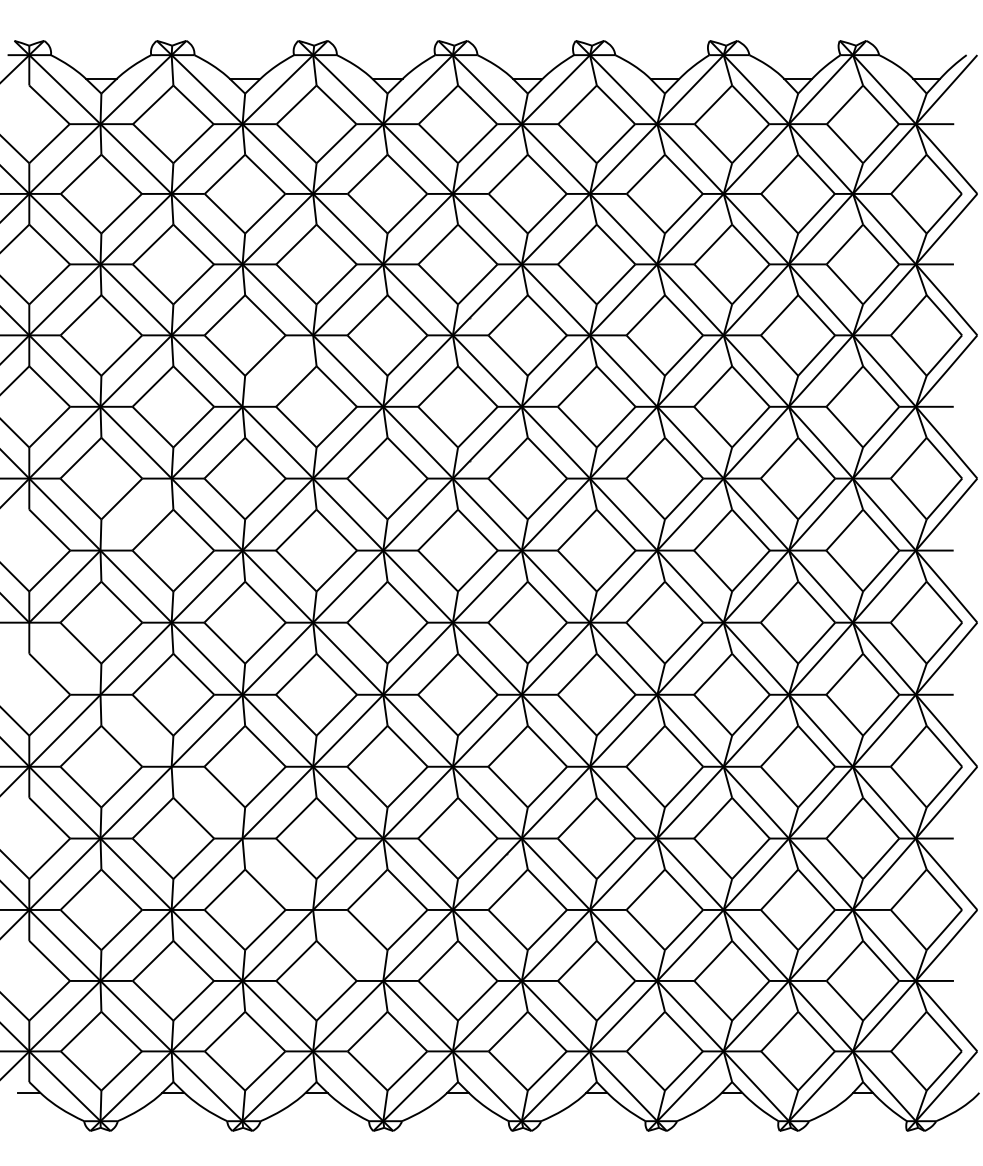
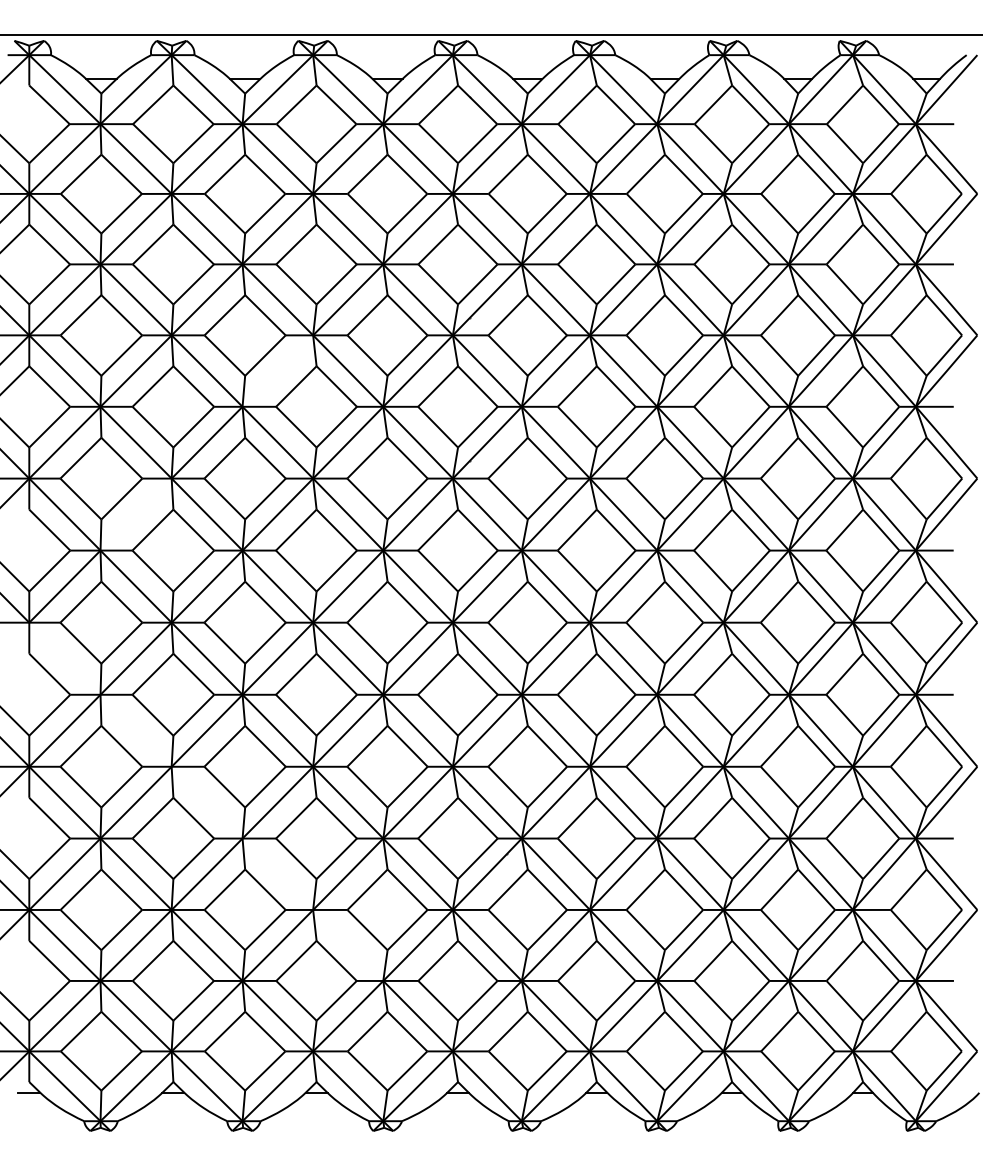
line at (490, 34): none -> present
